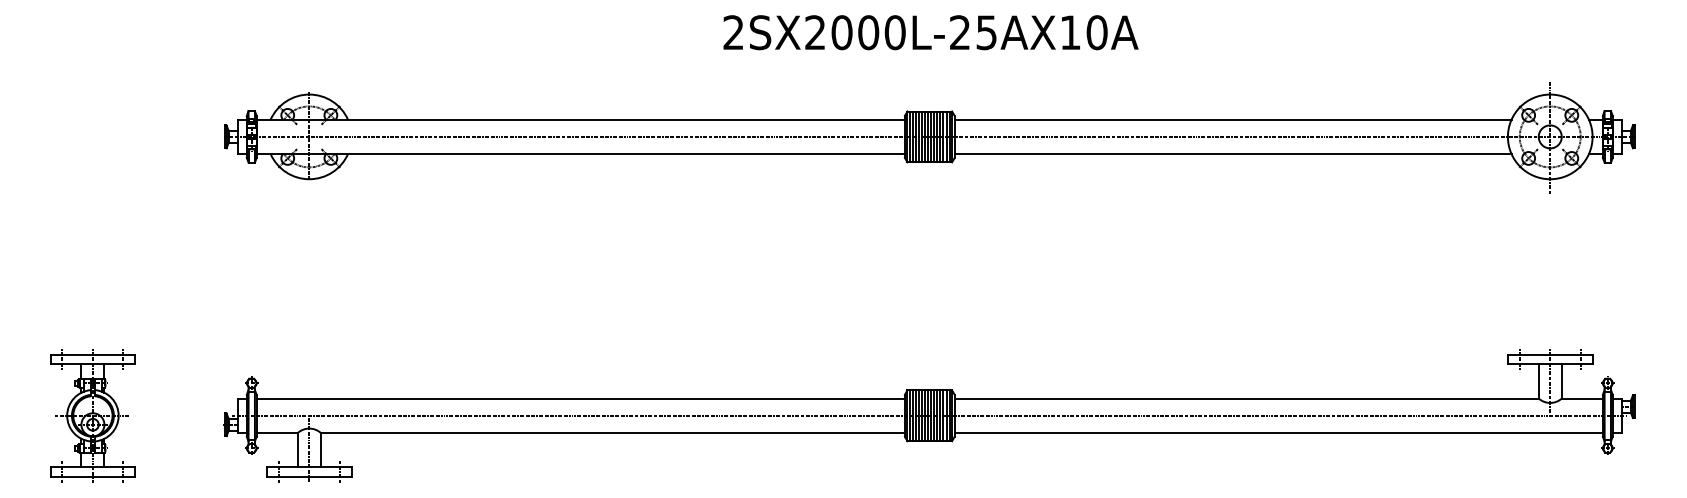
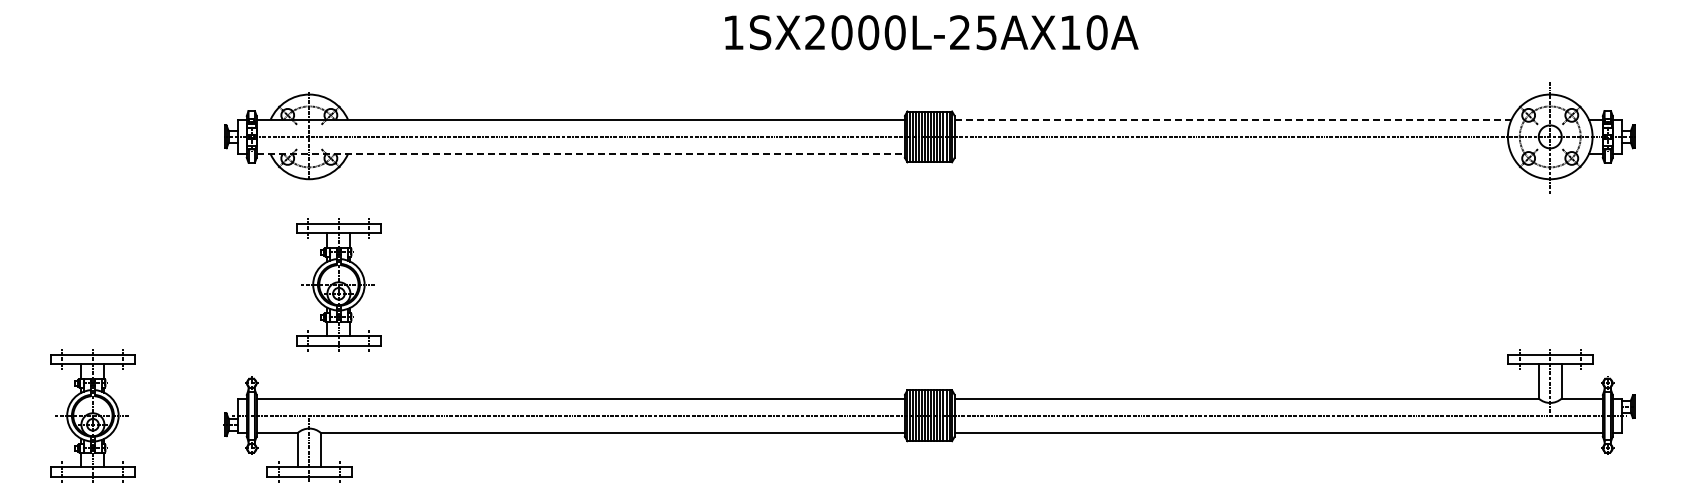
text at (733, 32): 2SX2000L-25AX10A -> 1SX2000L-25AX10A
line at (1232, 119): solid -> dashed
line at (581, 154): solid -> dashed
line at (1232, 154): present -> none
part at (338, 284): none -> present
